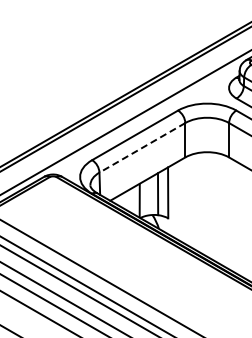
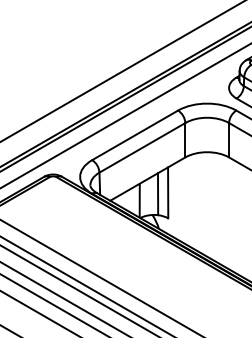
line at (122, 71): none -> present
line at (125, 122) position: (125, 122) -> (125, 115)
line at (142, 147): dashed -> solid
